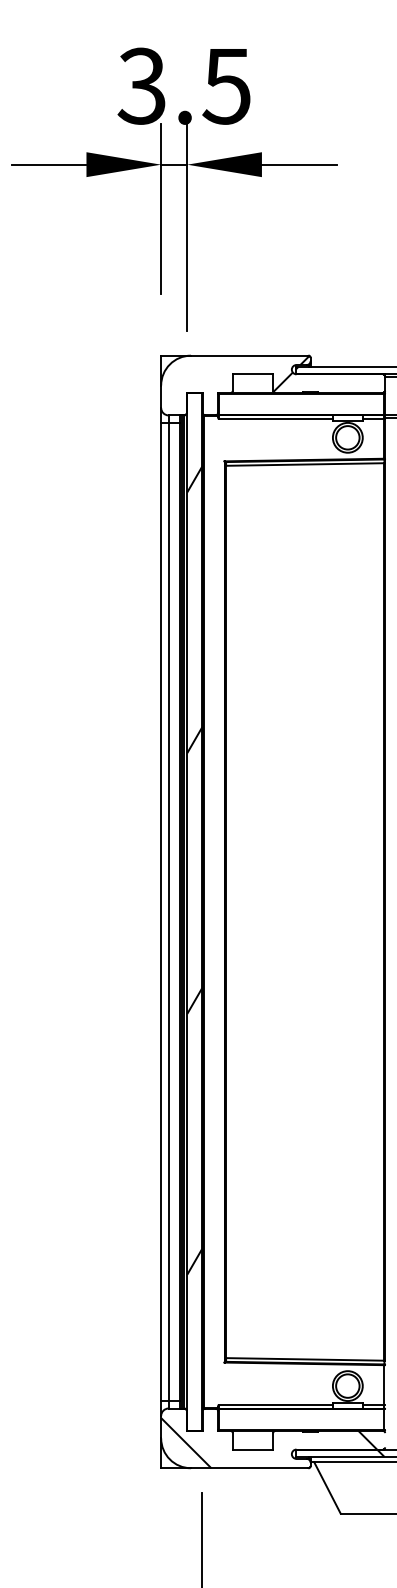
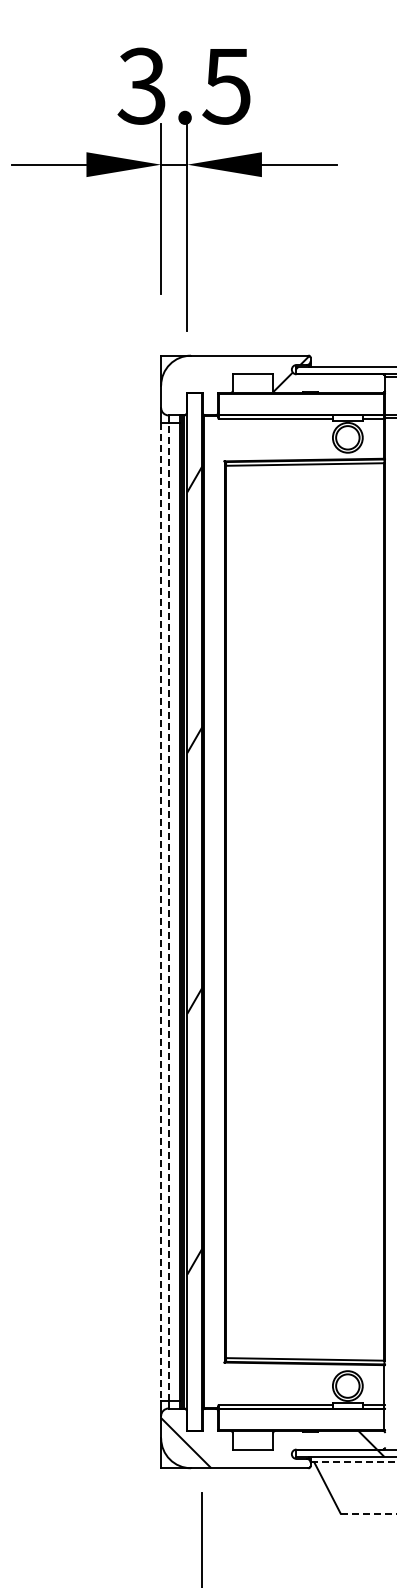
line at (168, 911): solid -> dashed
line at (161, 912): solid -> dashed
line at (353, 1462): solid -> dashed
line at (368, 1513): solid -> dashed
